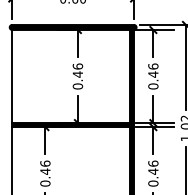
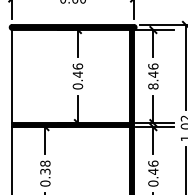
text at (153, 86): 0.46 -> 8.46
text at (45, 167): 0.46 -> 0.38
